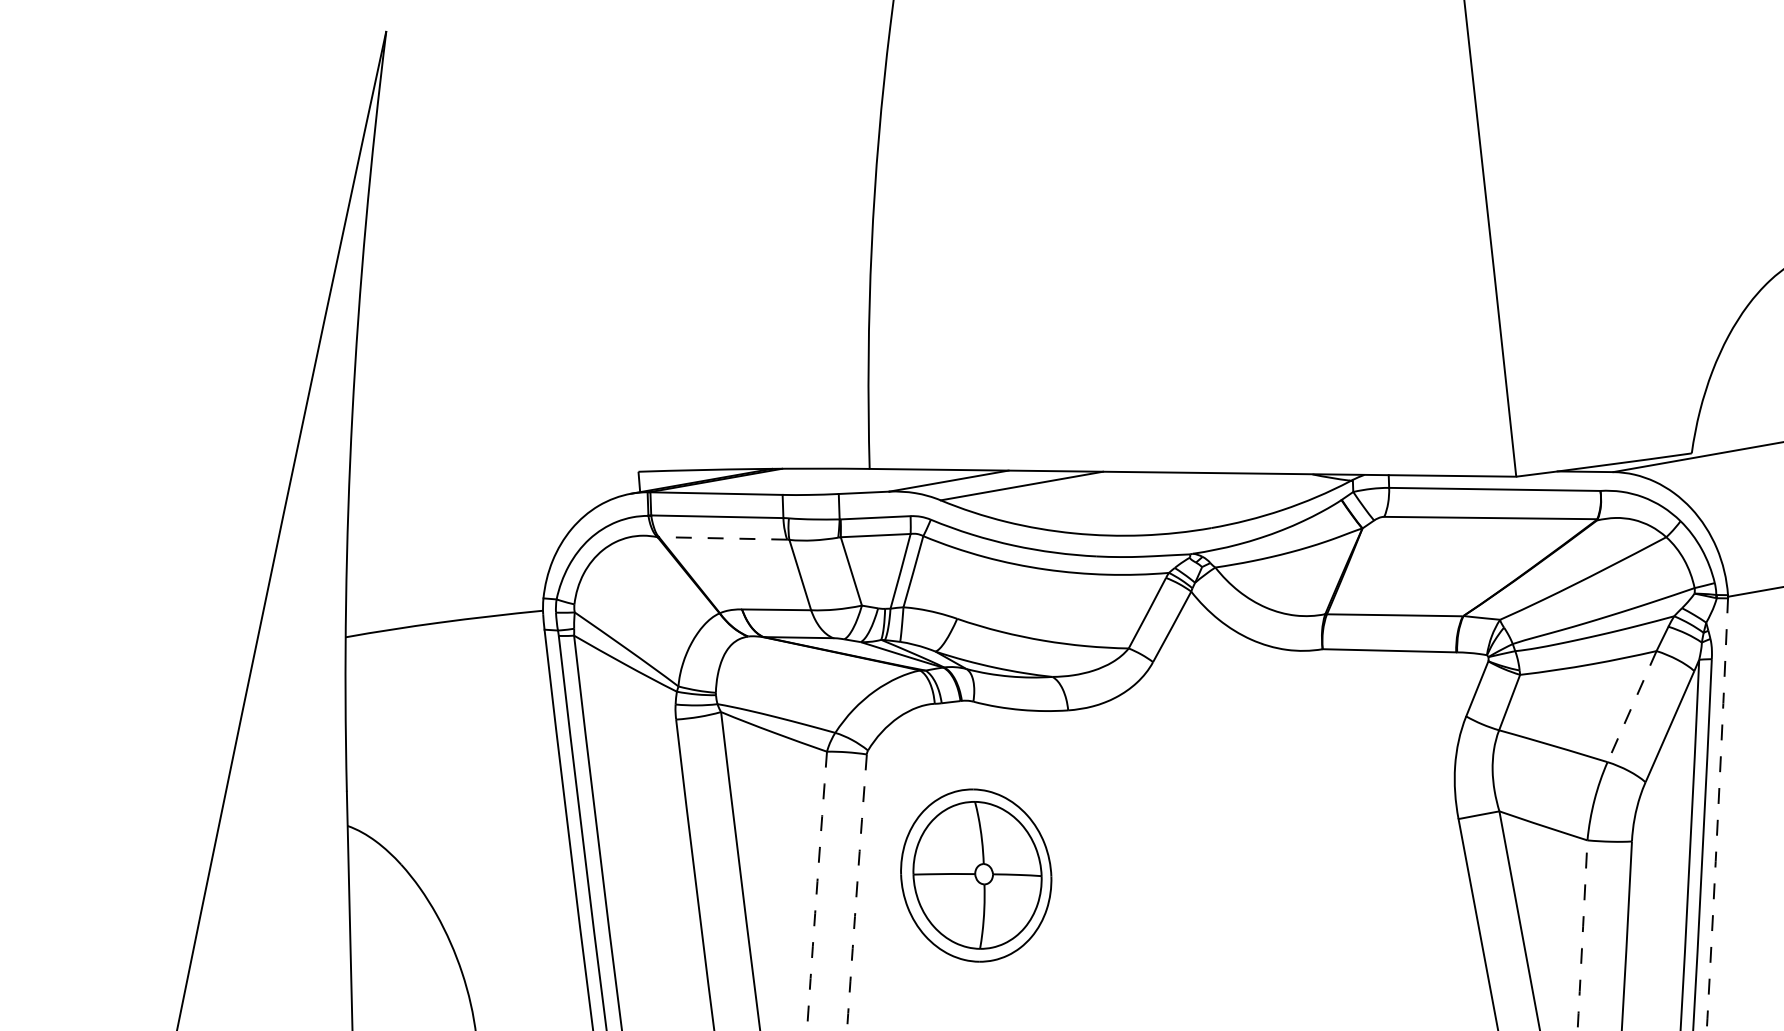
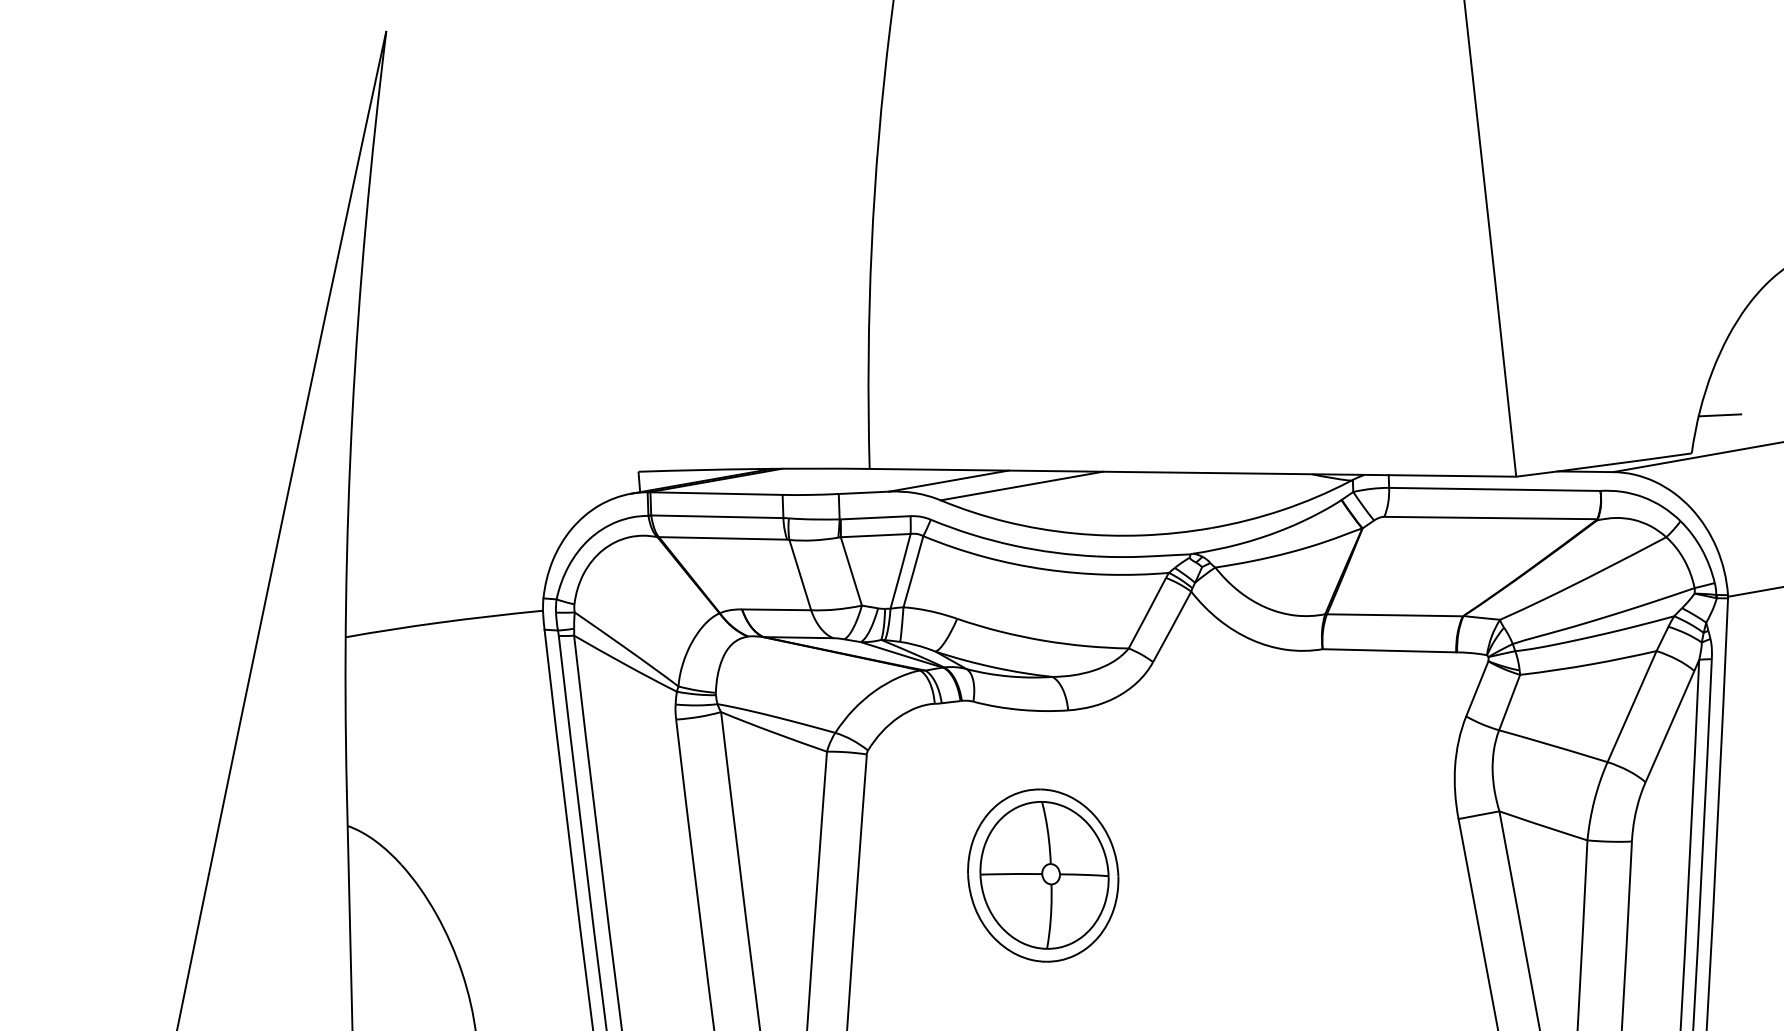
line at (1719, 415): none -> present
line at (722, 538): dashed -> solid
line at (1632, 706): dashed -> solid
arc at (1718, 814): dashed -> solid
part at (976, 875) position: (976, 875) -> (1043, 875)
arc at (816, 891): dashed -> solid
arc at (856, 892): dashed -> solid
arc at (1582, 934): dashed -> solid
